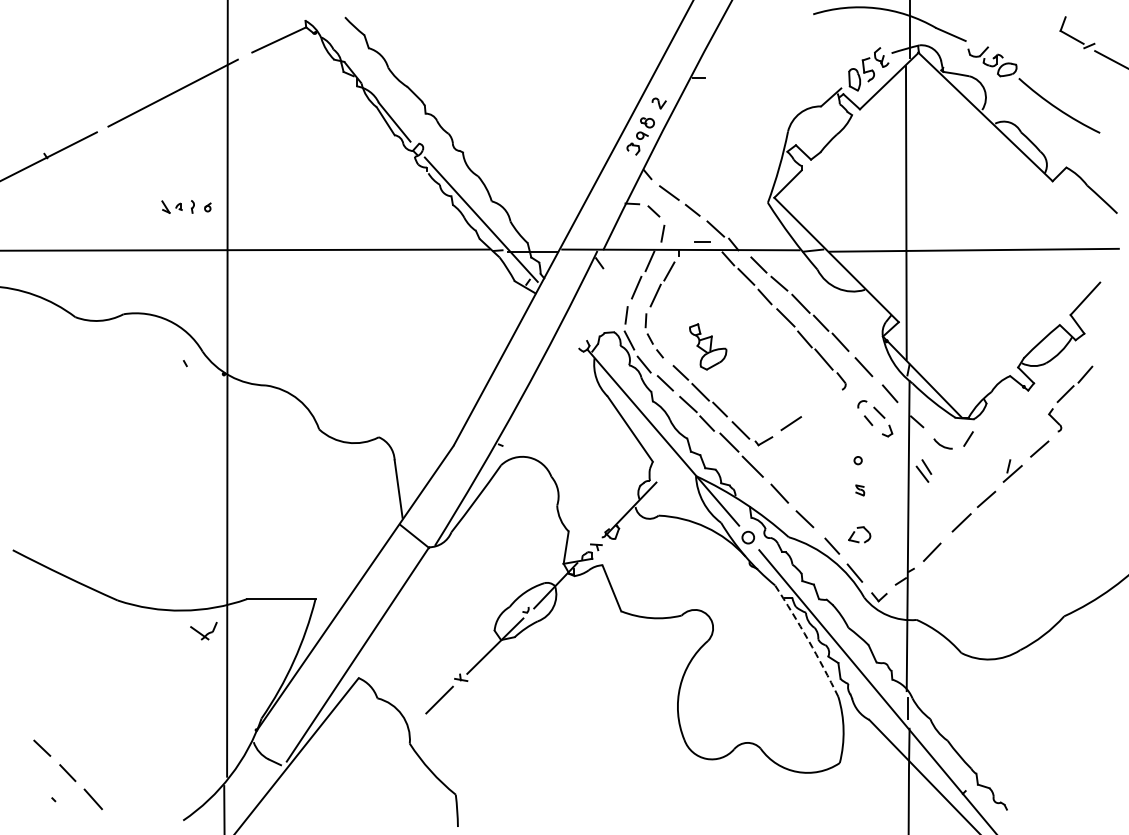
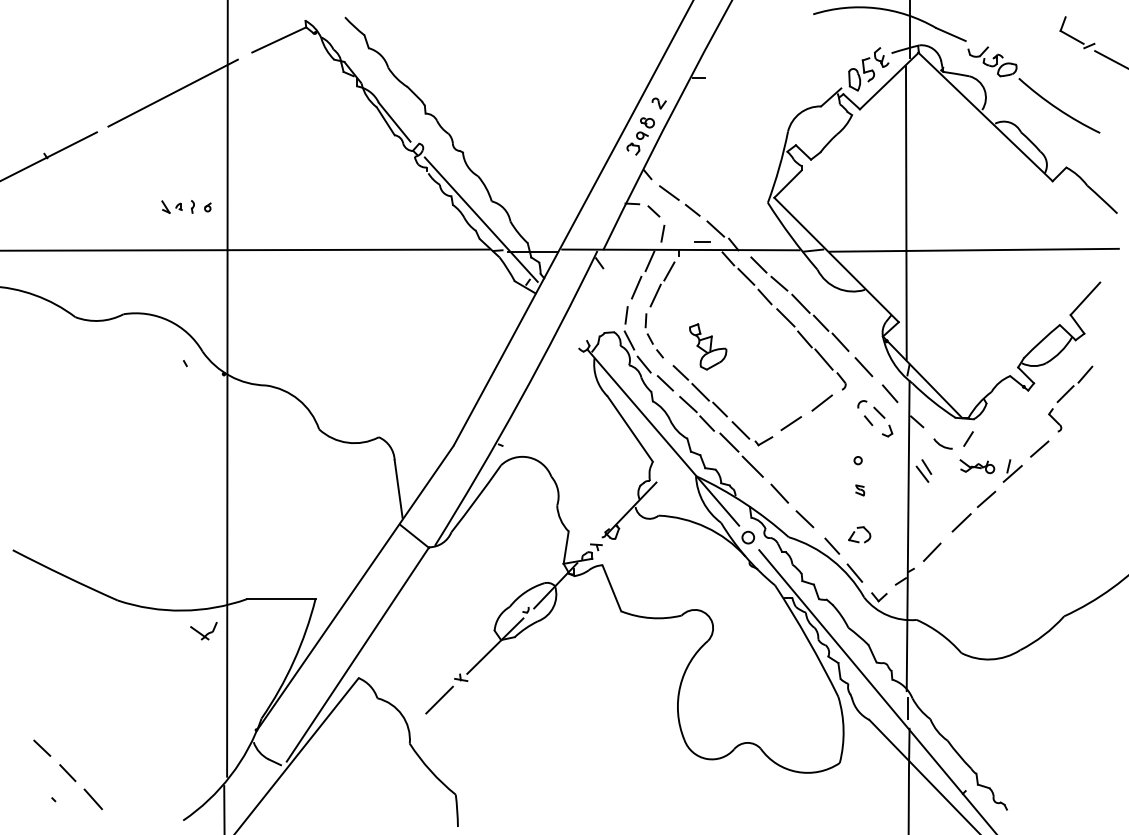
line at (821, 402): none -> present
part at (977, 466): none -> present
arc at (808, 640): dashed -> solid
